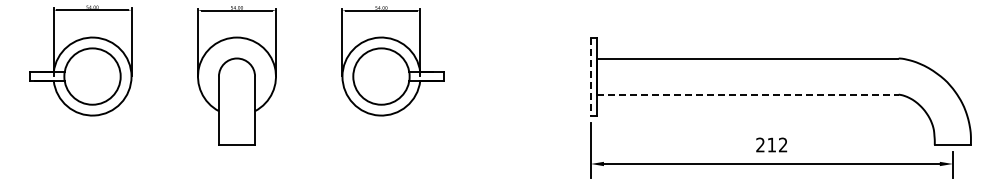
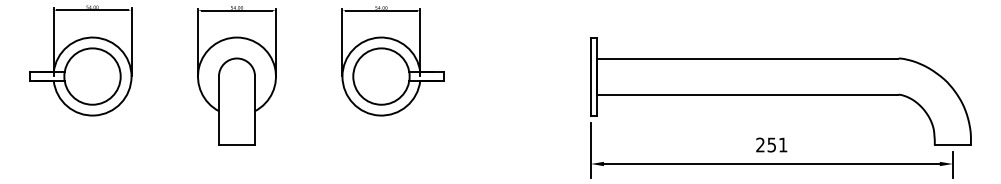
line at (590, 77): dashed -> solid
line at (747, 94): dashed -> solid
text at (777, 144): 212 -> 251
